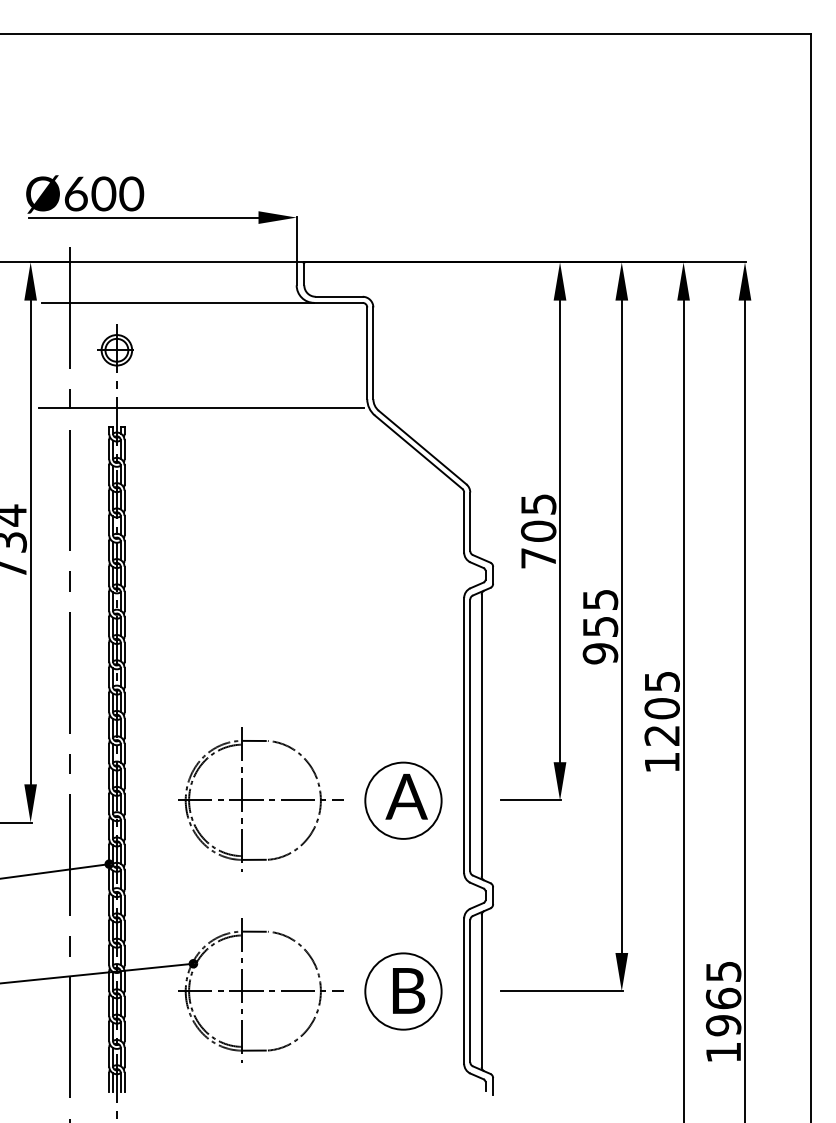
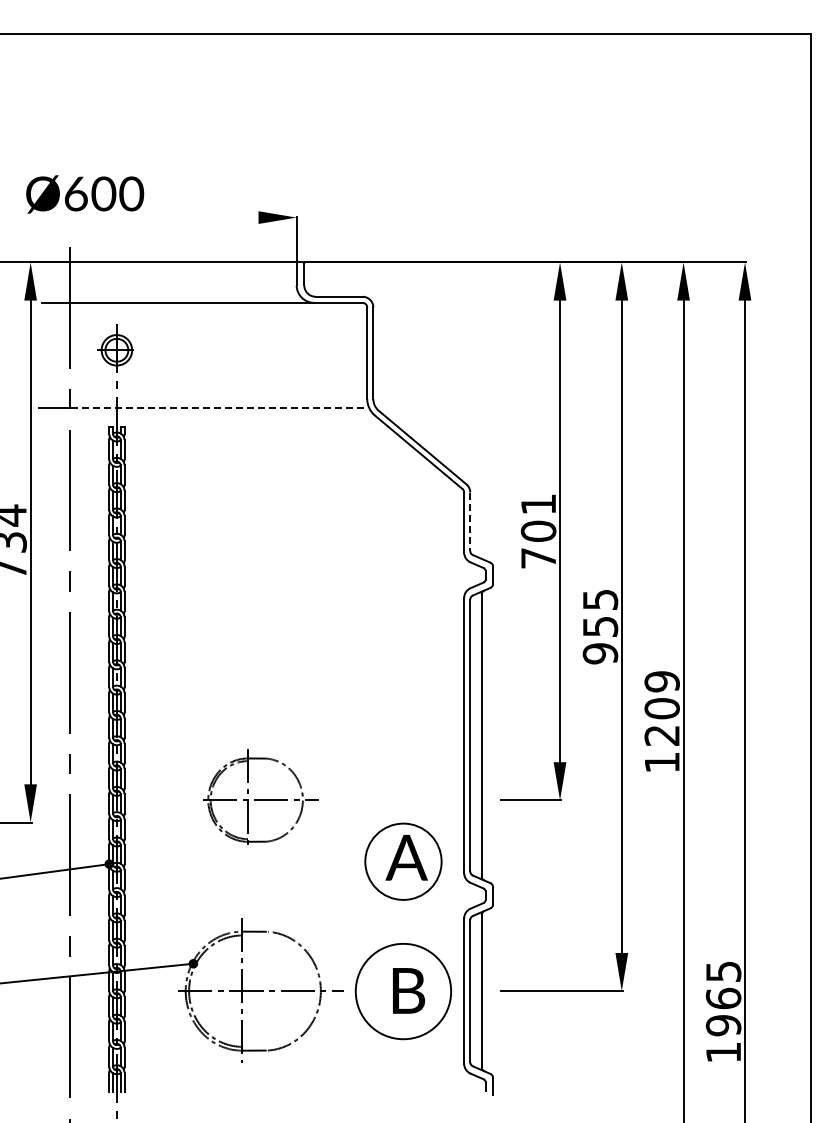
line at (143, 217): present -> none
line at (216, 408): solid -> dashed
text at (538, 504): 705 -> 701
line at (470, 522): solid -> dashed
text at (661, 681): 1205 -> 1209
part at (260, 799) size: 166x145 px -> 116x96 px
part at (403, 800) position: (403, 800) -> (403, 861)
circle at (403, 991) diameter: 76 px -> 95 px
